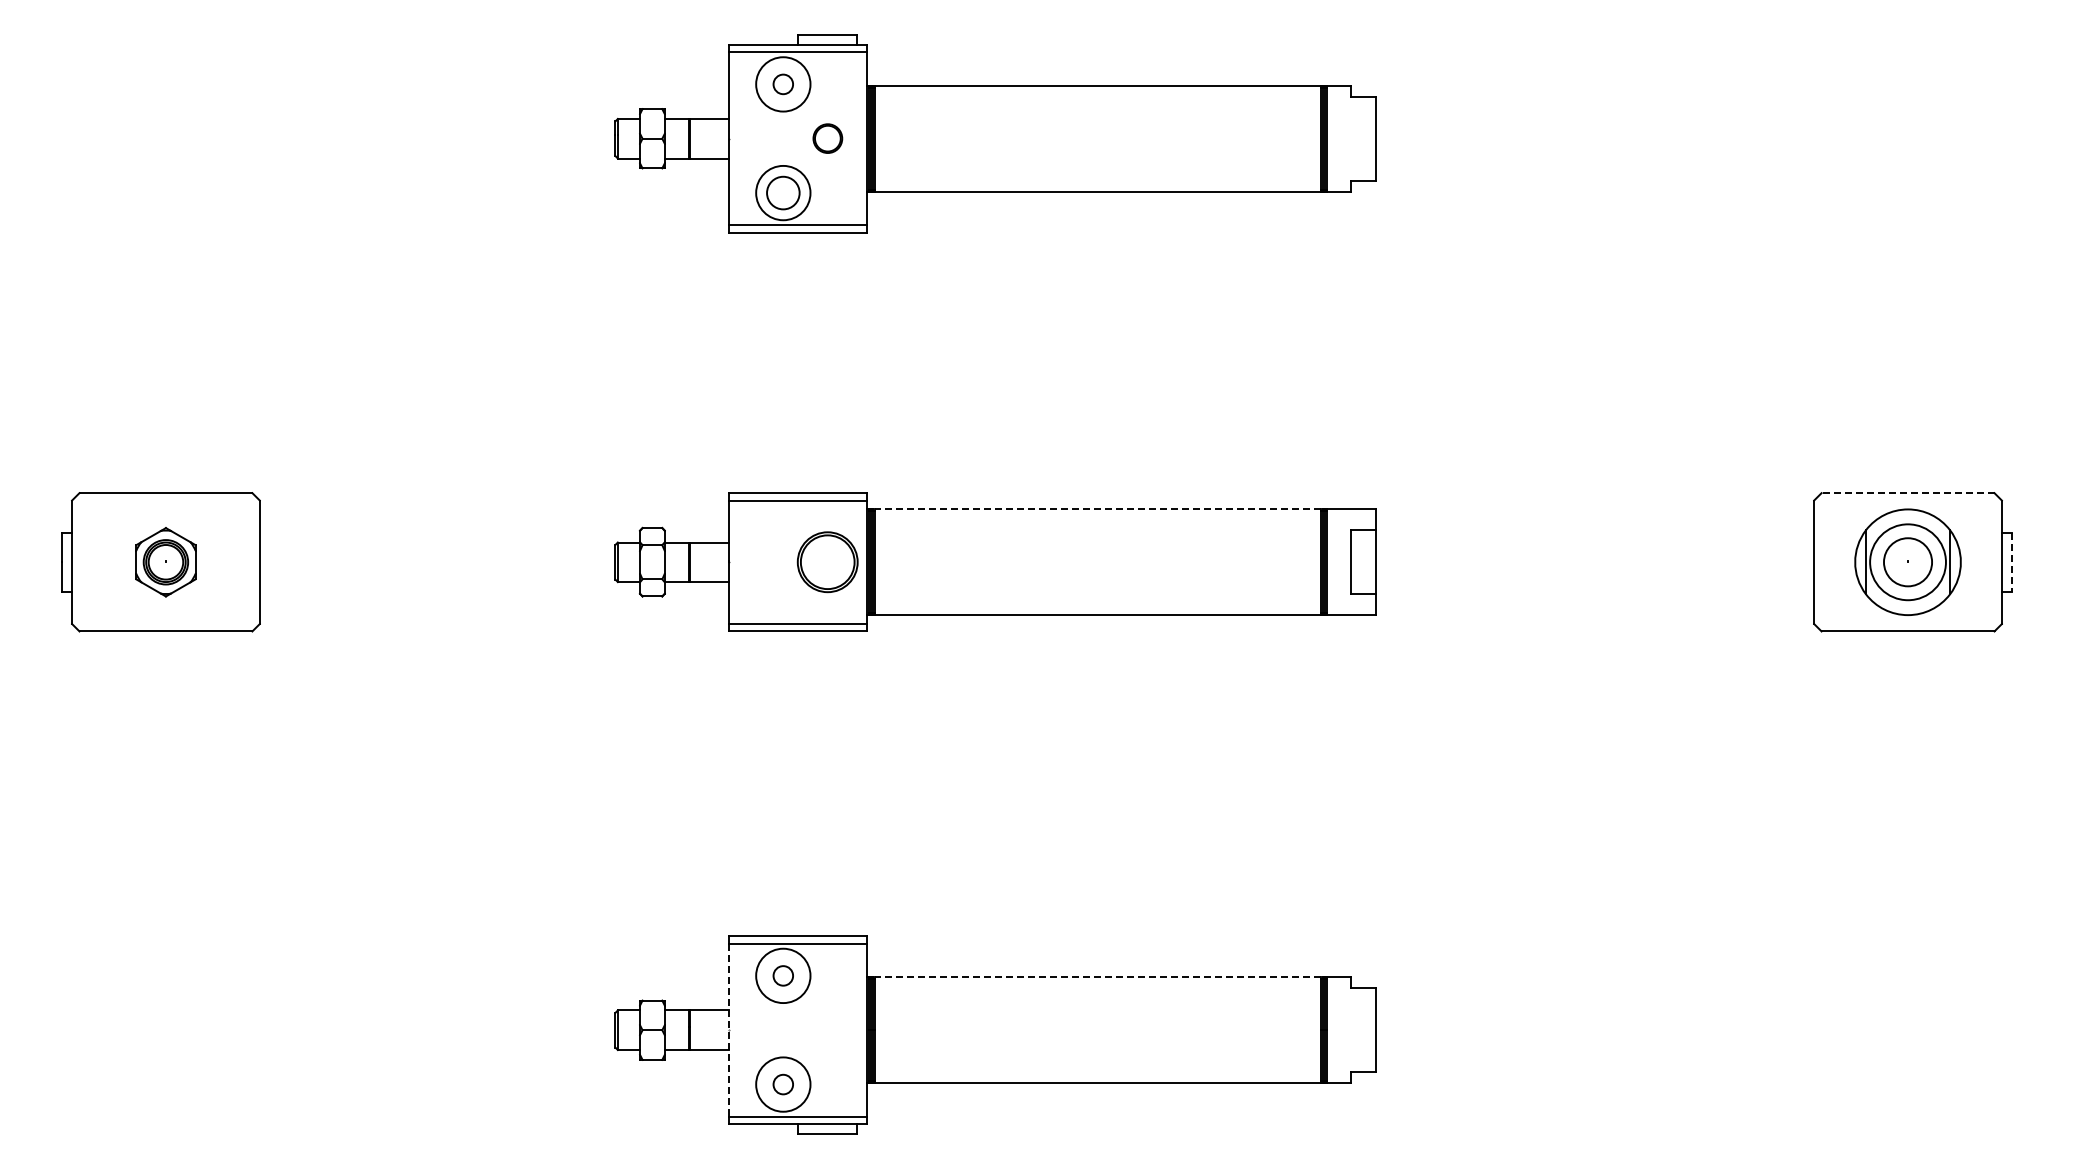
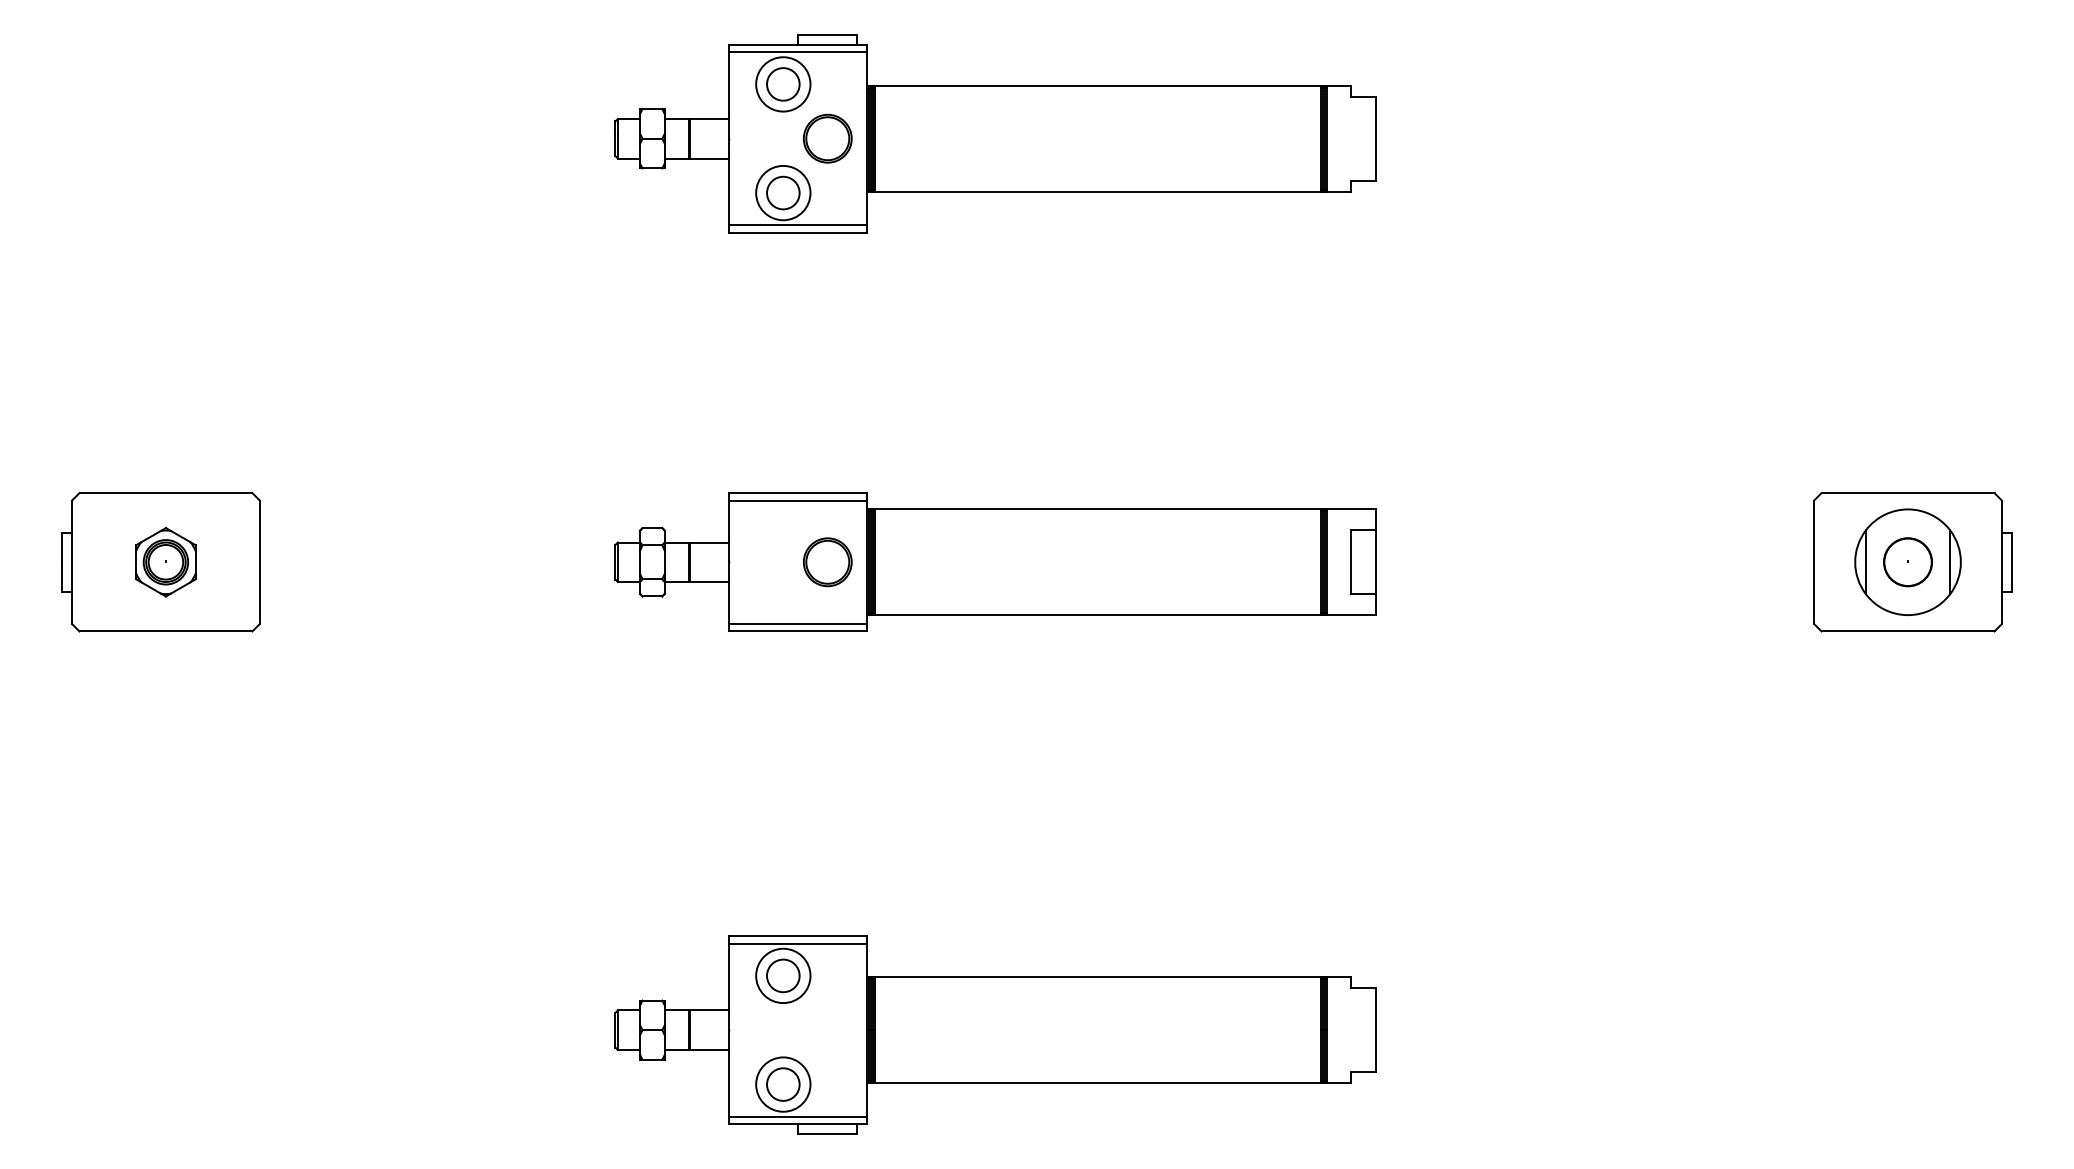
circle at (783, 84) diameter: 20 px -> 33 px
part at (827, 138) size: 32x31 px -> 50x51 px
line at (1907, 493): dashed -> solid
line at (1098, 509): dashed -> solid
part at (827, 562) size: 63x63 px -> 50x51 px
circle at (1907, 562) diameter: 76 px -> 47 px
line at (2011, 562): dashed -> solid
circle at (783, 975) diameter: 20 px -> 33 px
line at (1098, 977): dashed -> solid
line at (729, 1030): dashed -> solid
circle at (783, 1084) diameter: 20 px -> 33 px
